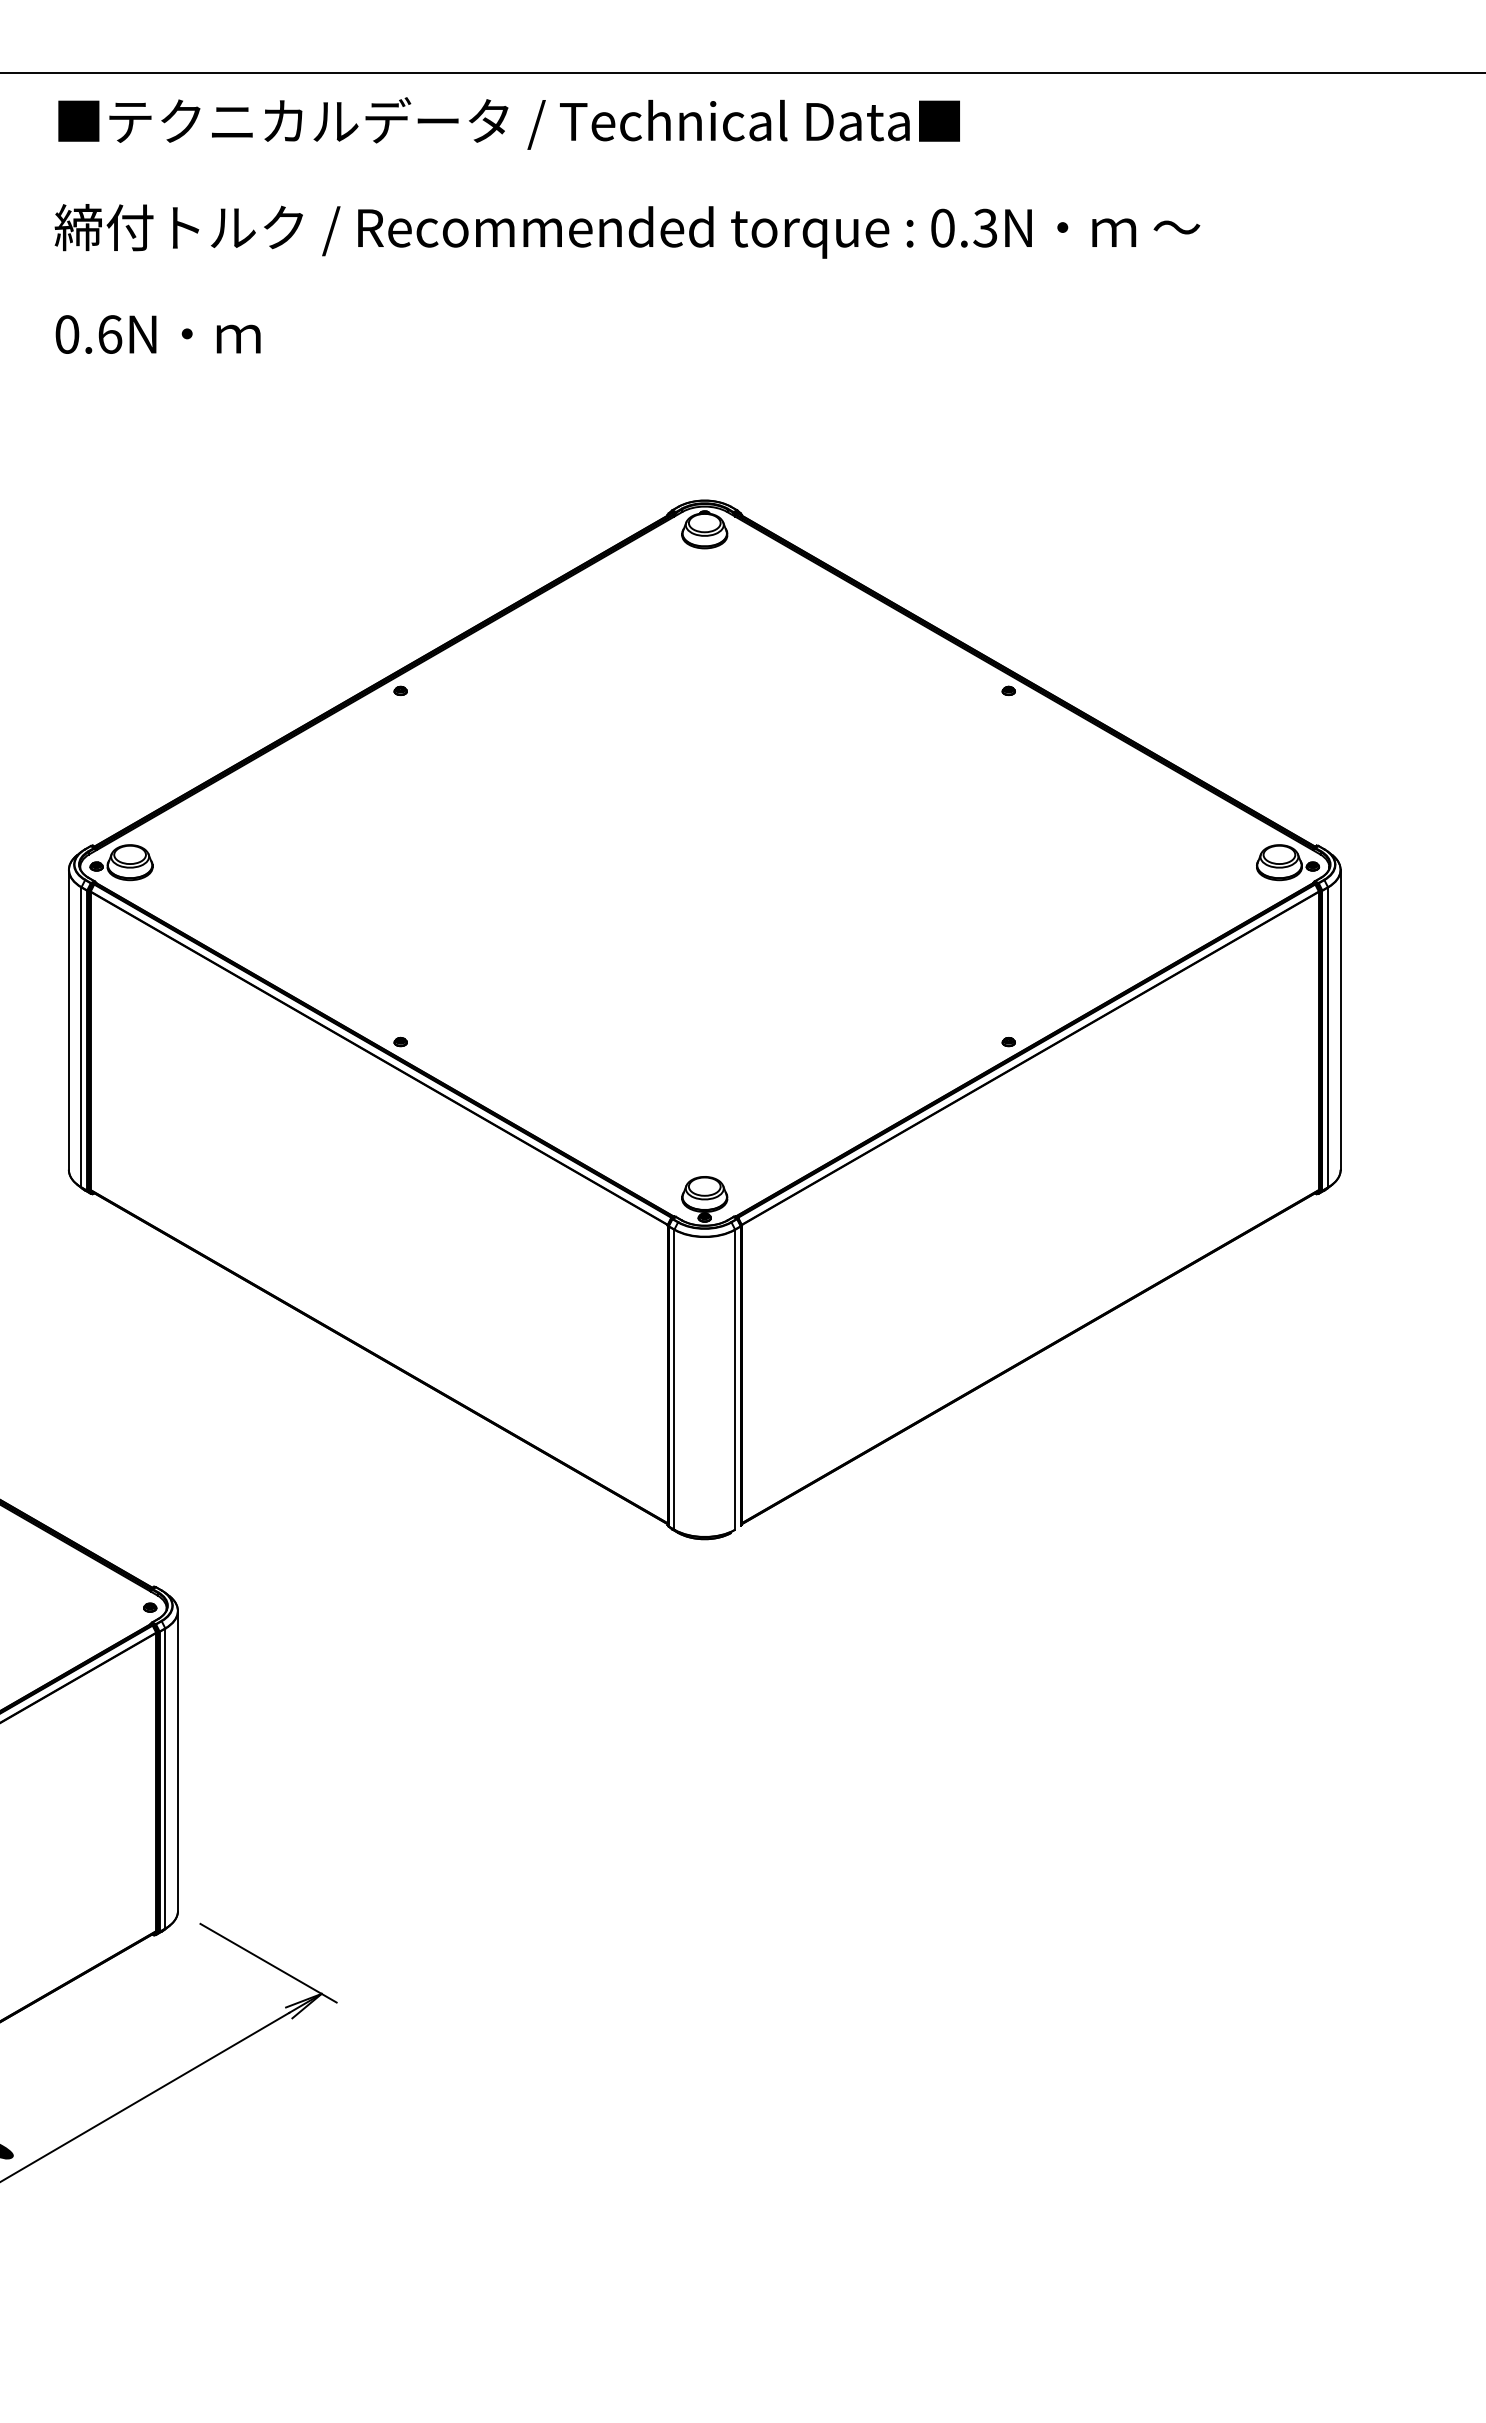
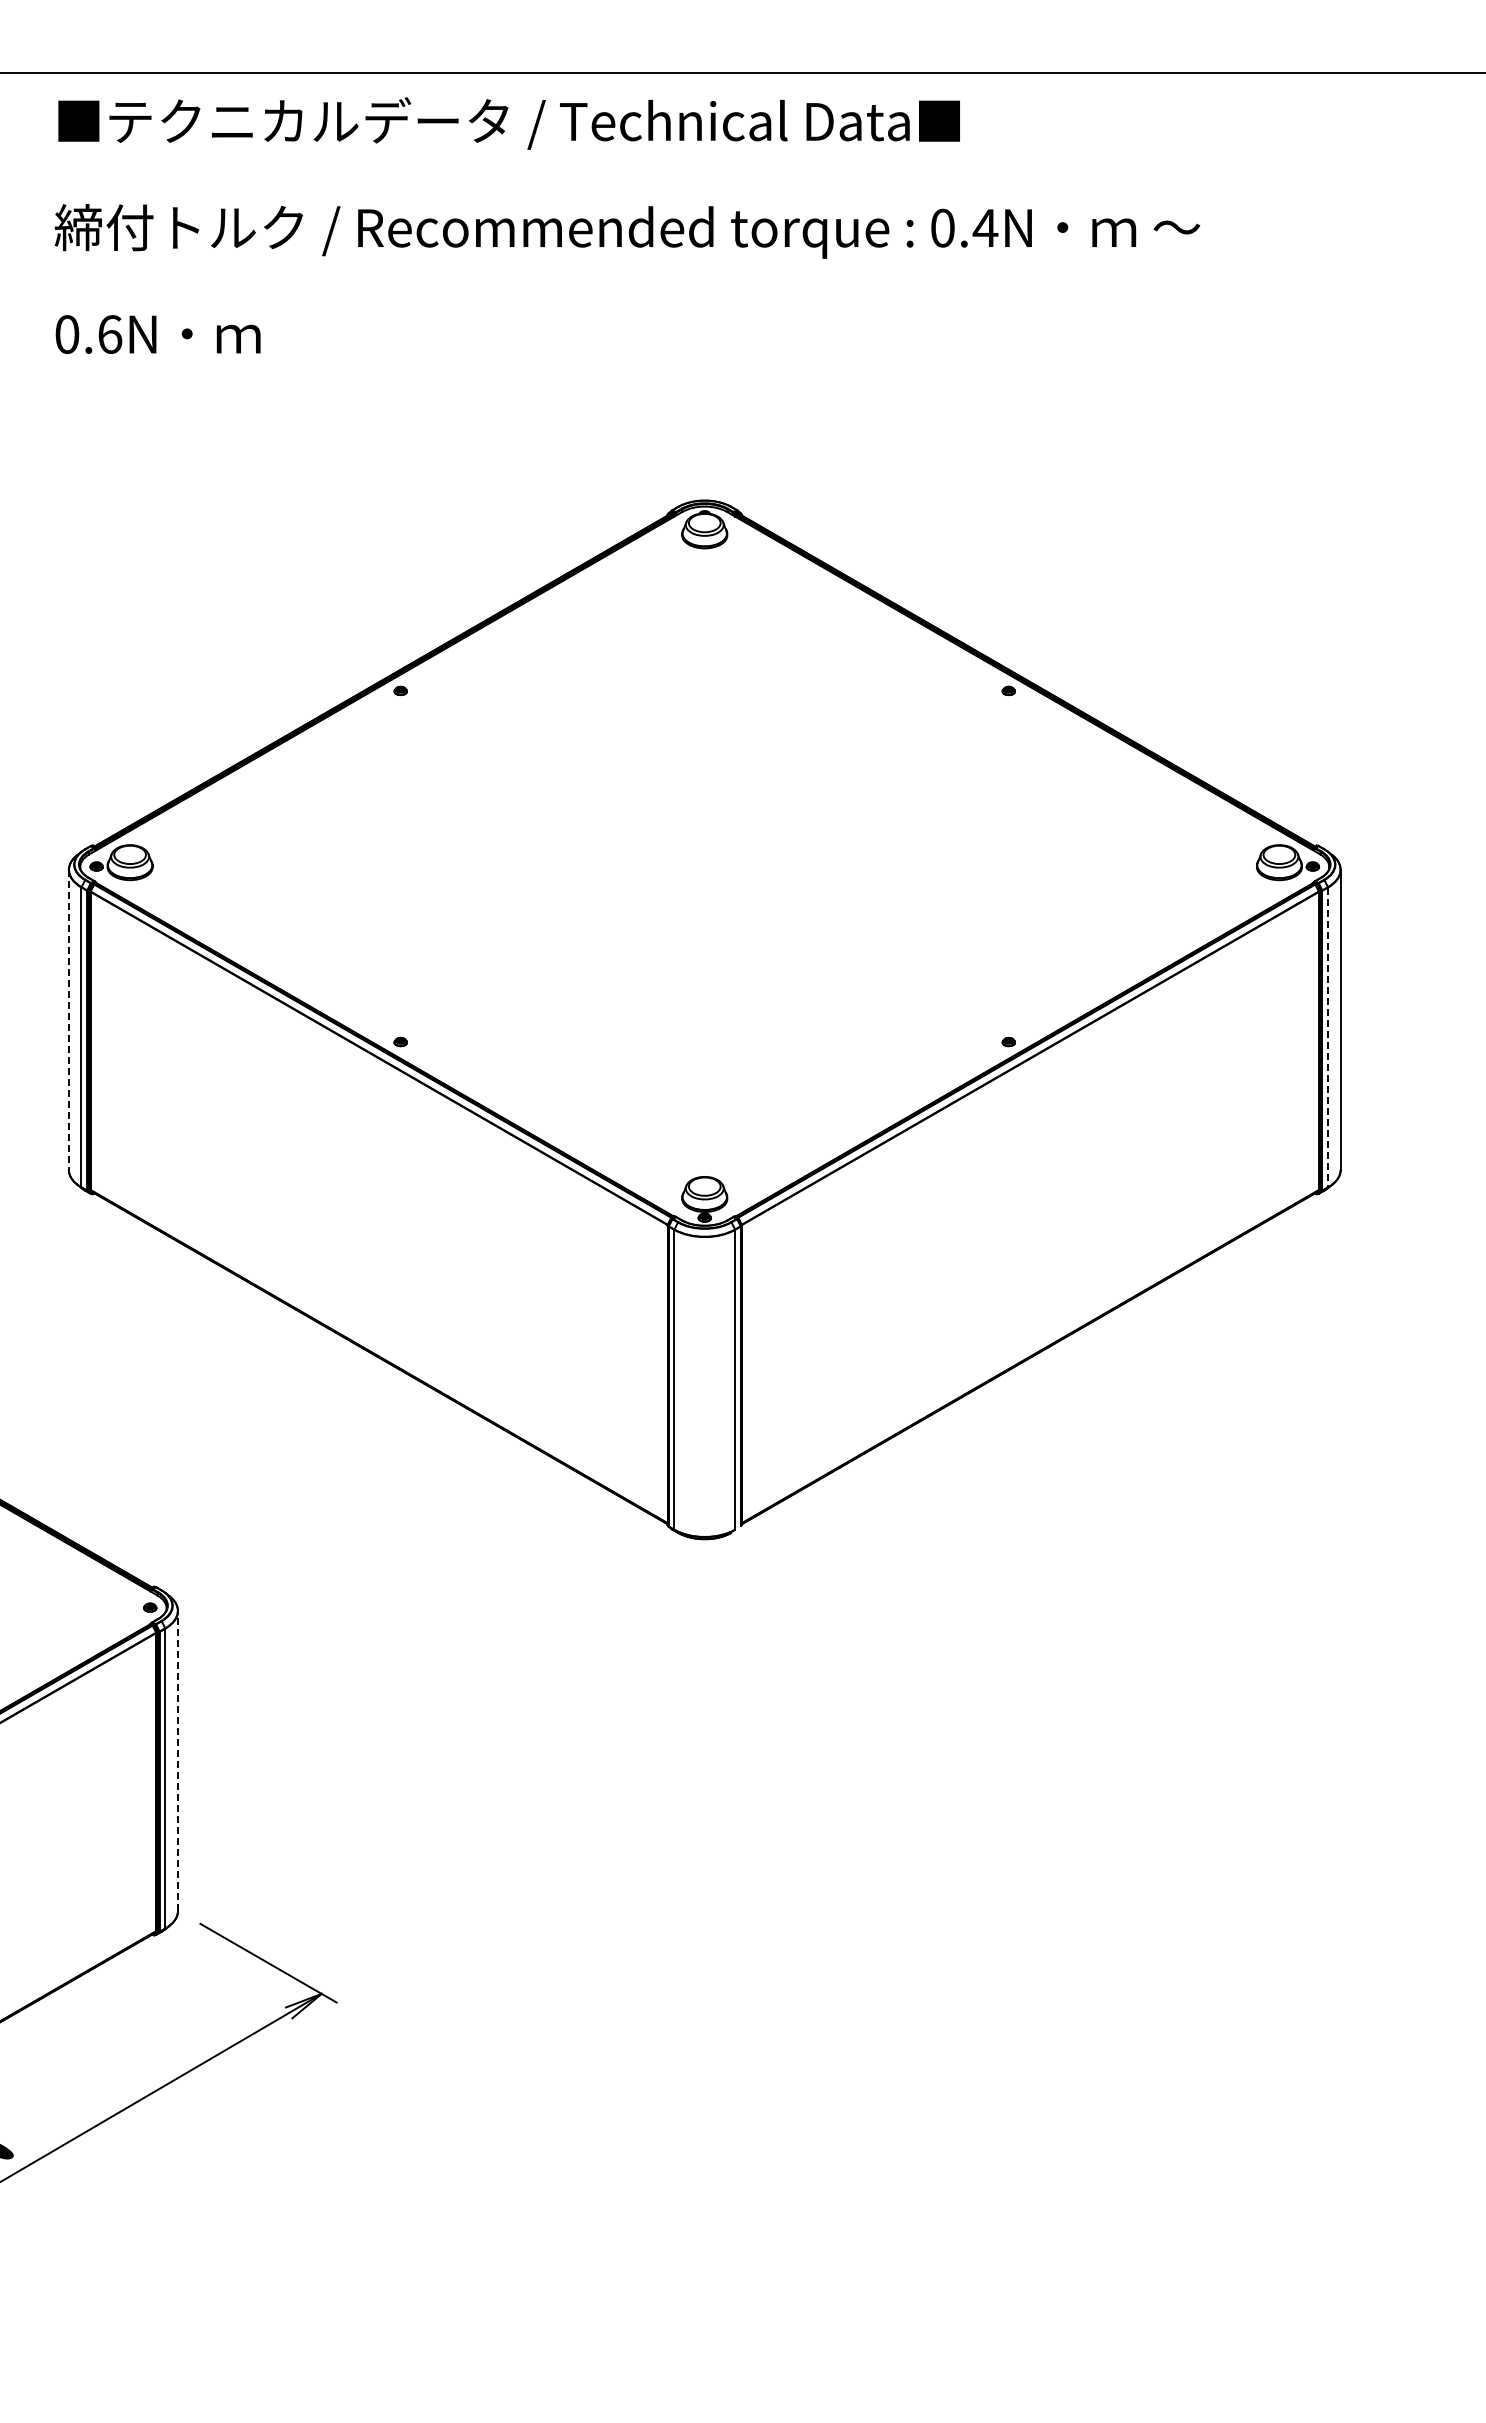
text at (985, 227): 0.3N -> 0.4N
line at (68, 1019): solid -> dashed
line at (1328, 1037): solid -> dashed
line at (178, 1761): solid -> dashed
